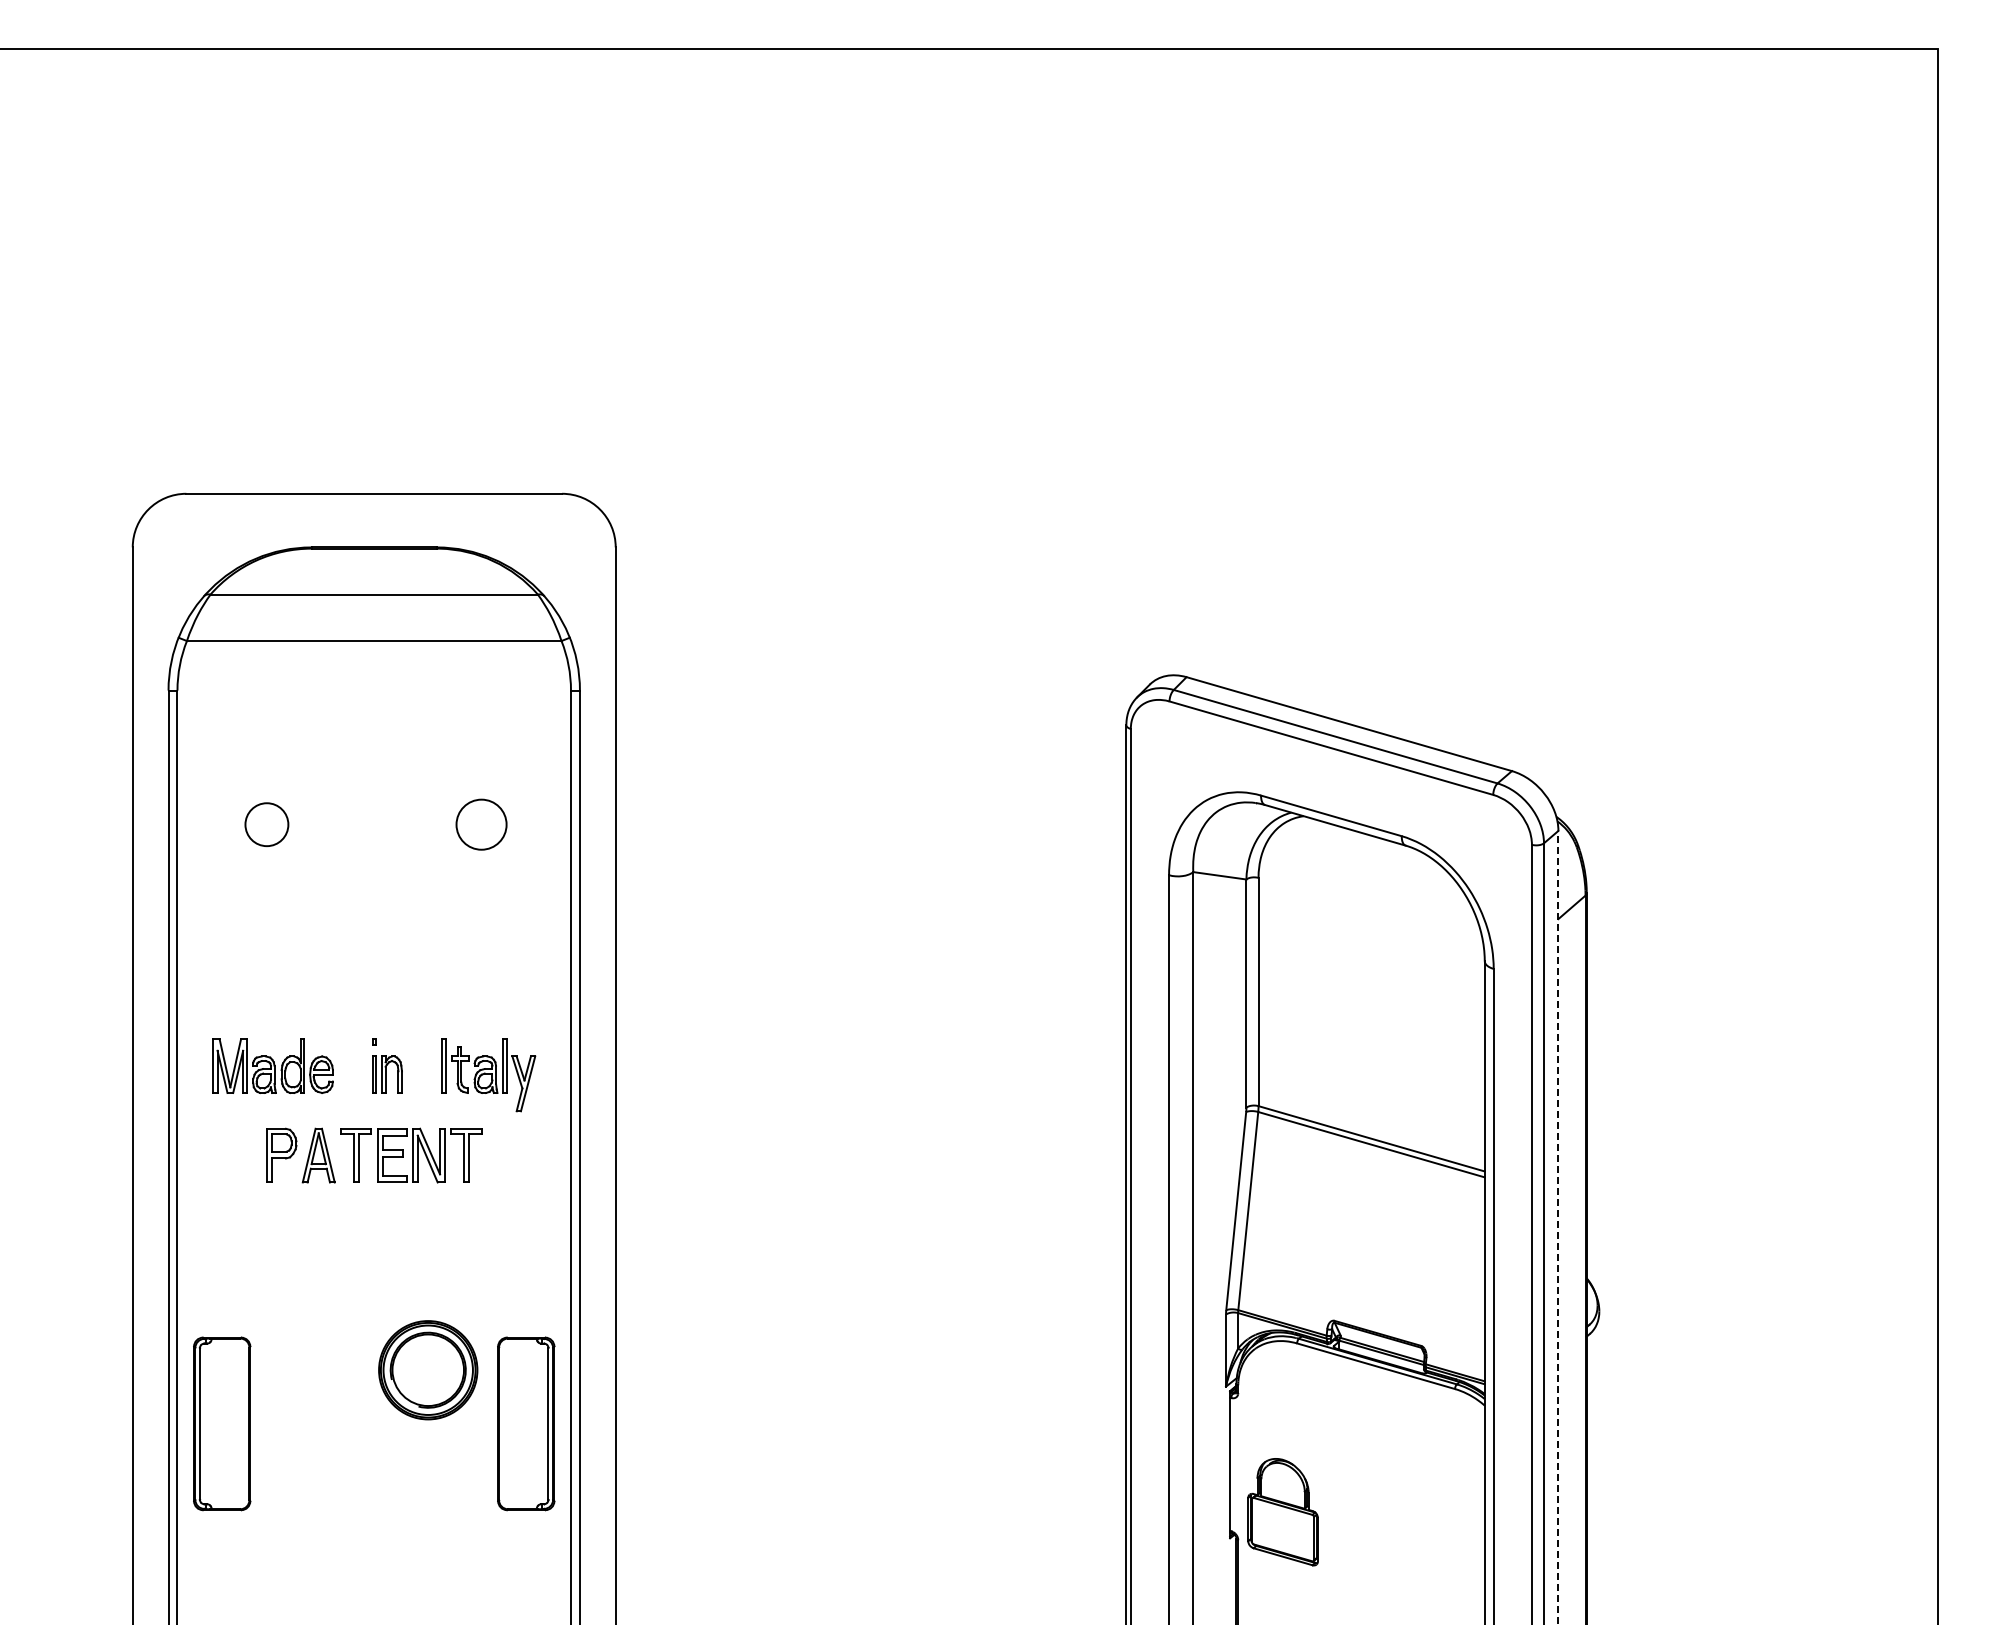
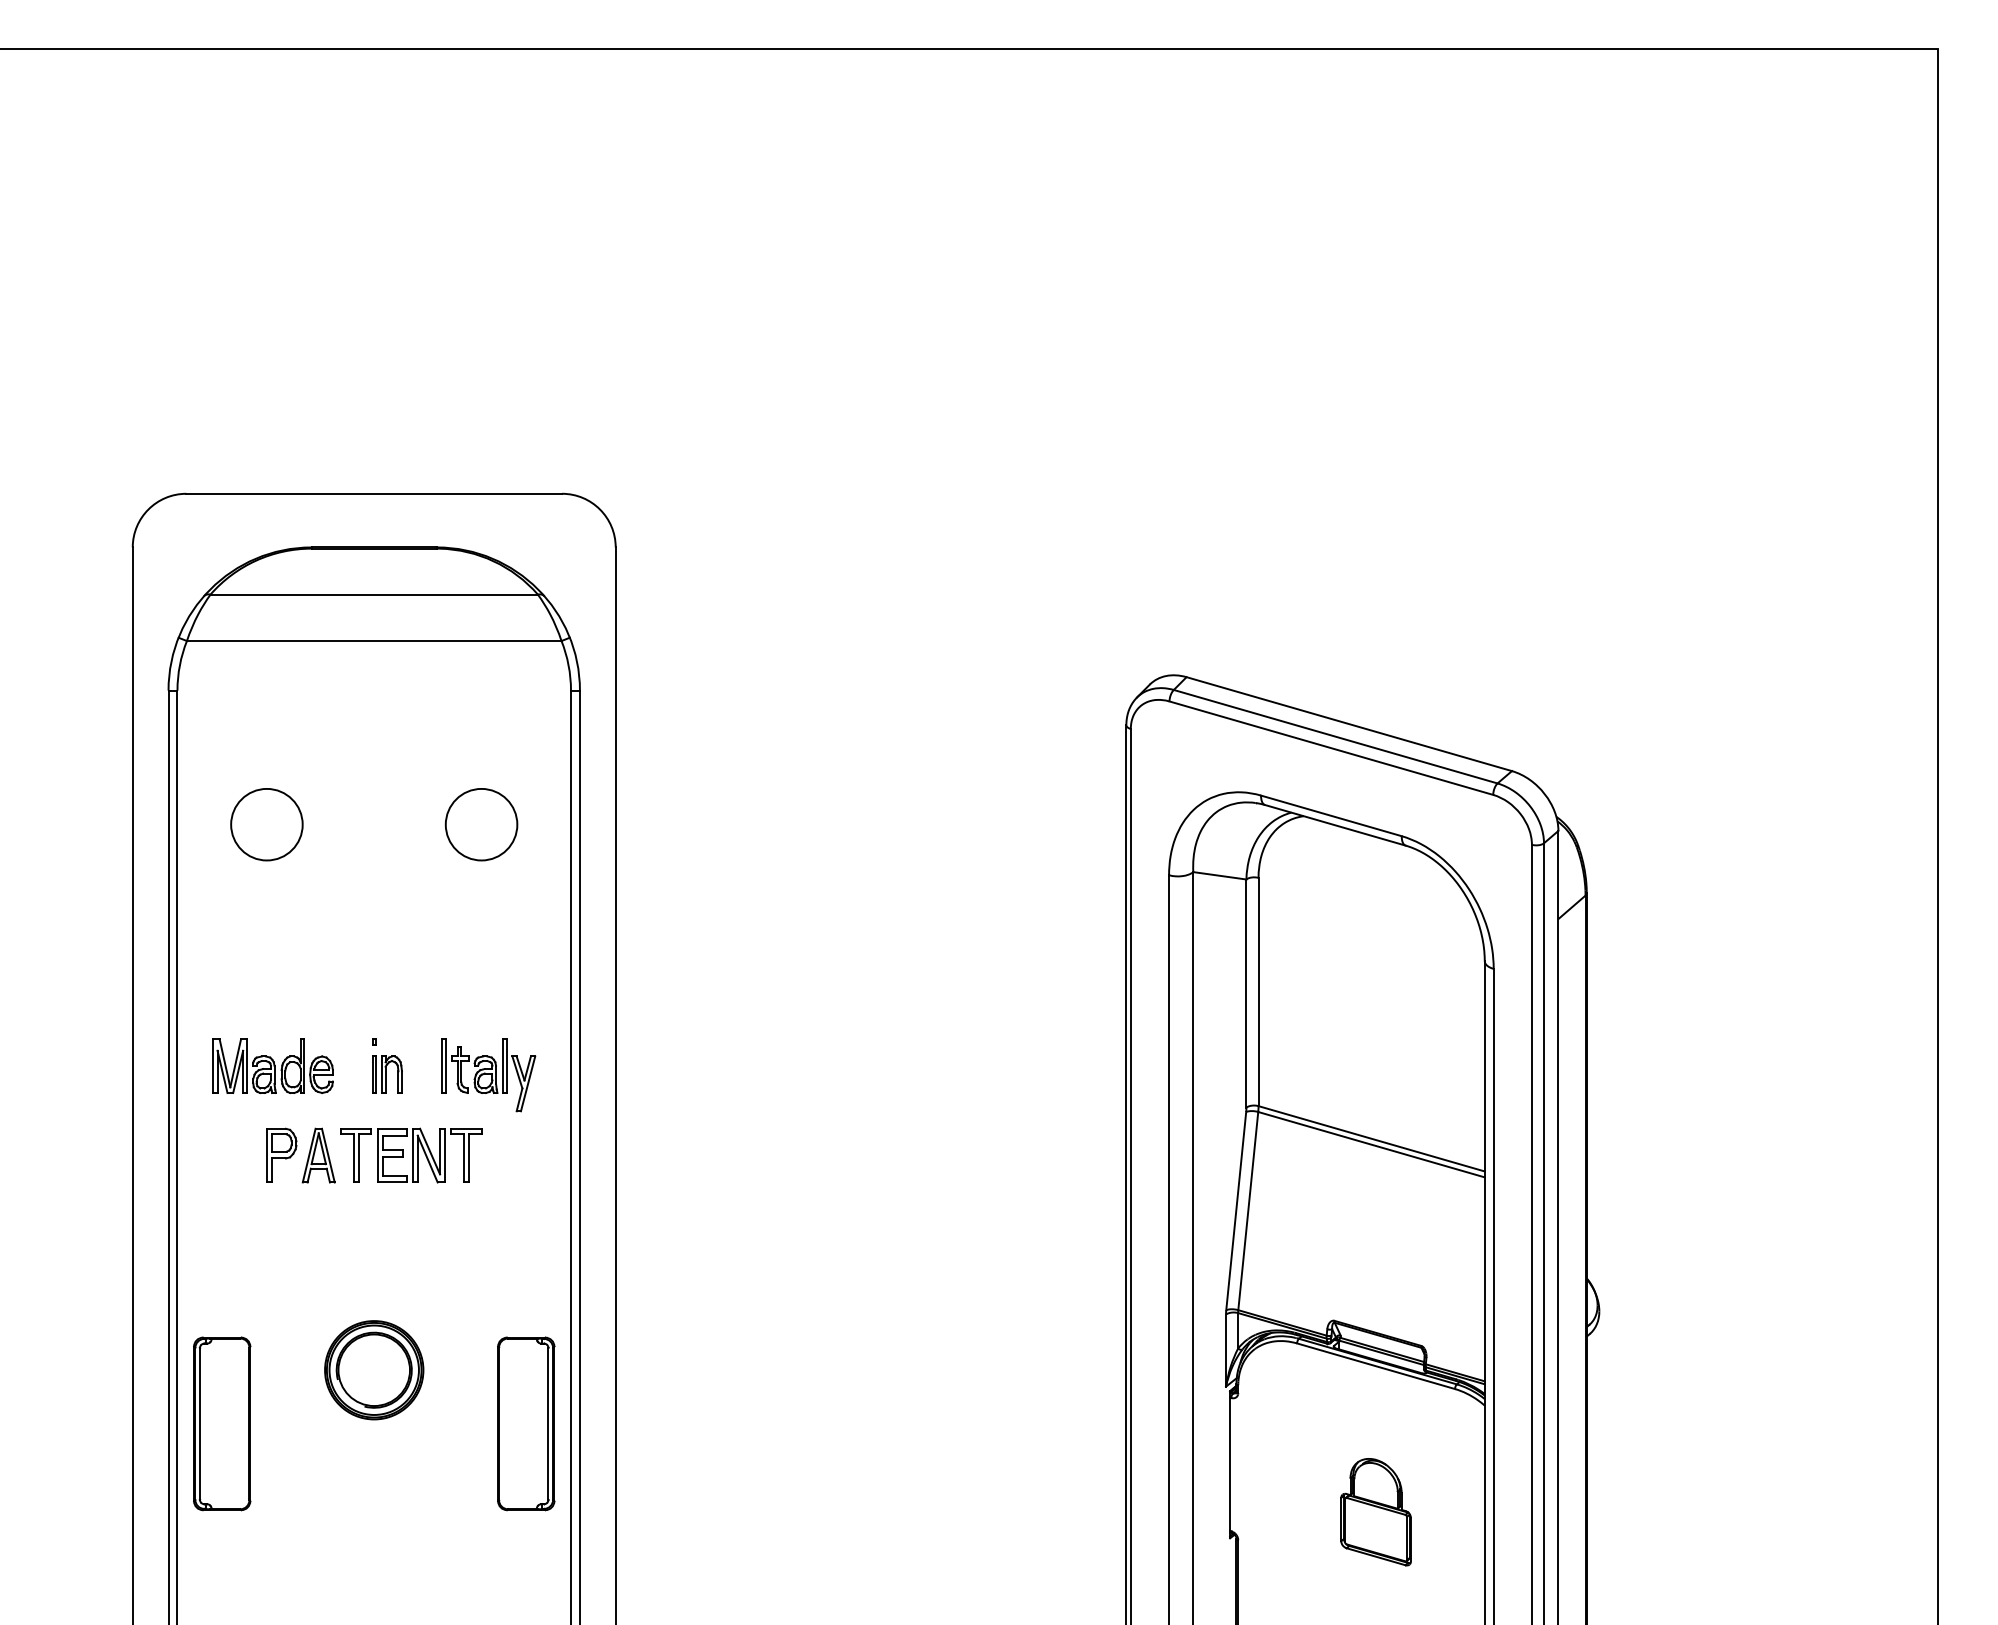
circle at (266, 824) diameter: 43 px -> 72 px
circle at (481, 824) diameter: 50 px -> 72 px
line at (1558, 1227): dashed -> solid
part at (428, 1370) position: (428, 1370) -> (374, 1370)
part at (1282, 1512) position: (1282, 1512) -> (1375, 1512)
